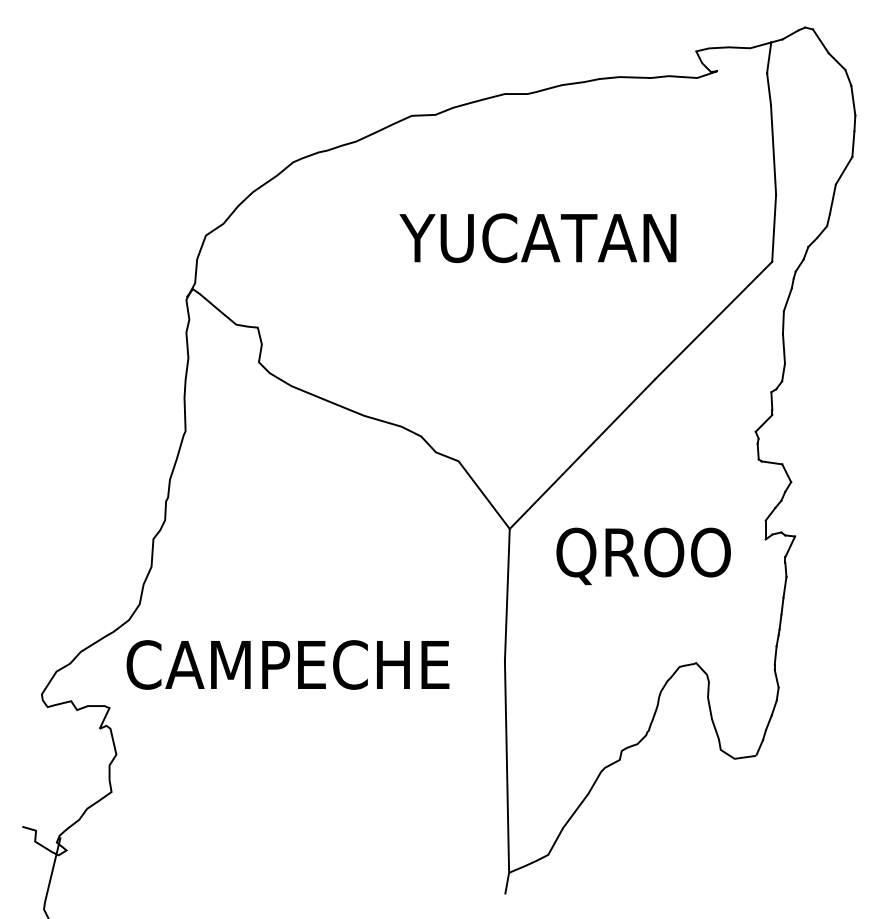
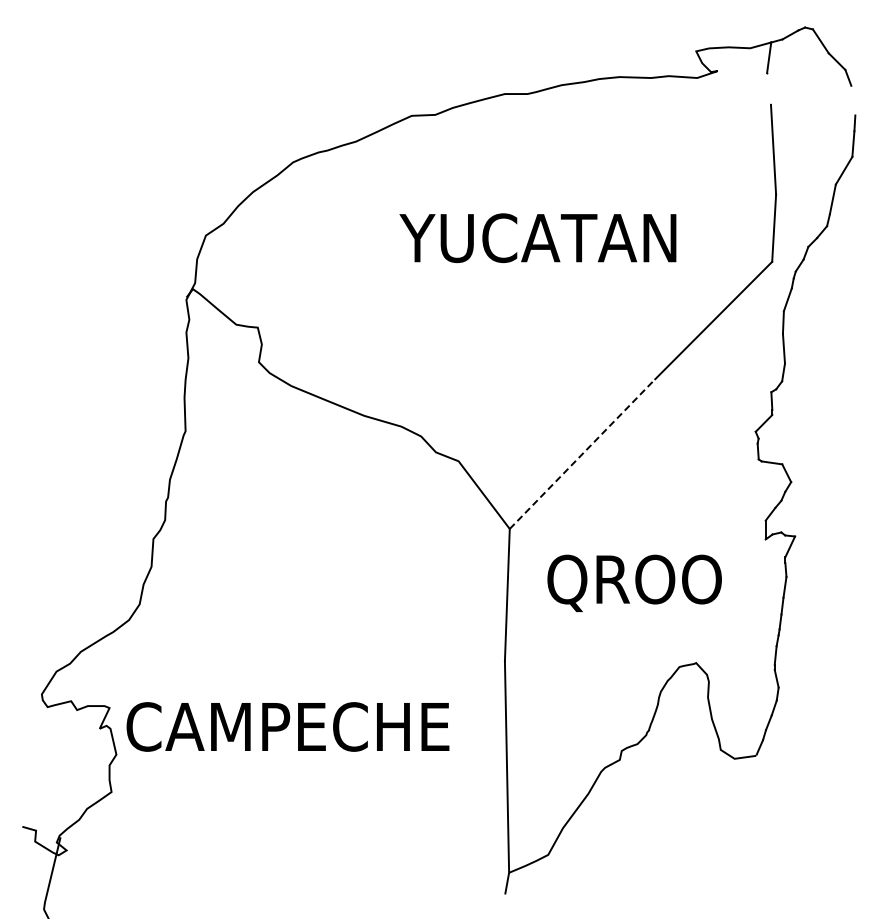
line at (768, 88): present -> none
line at (853, 100): present -> none
line at (582, 453): solid -> dashed
text at (643, 555) position: (643, 555) -> (634, 582)
text at (287, 664) position: (287, 664) -> (287, 726)
